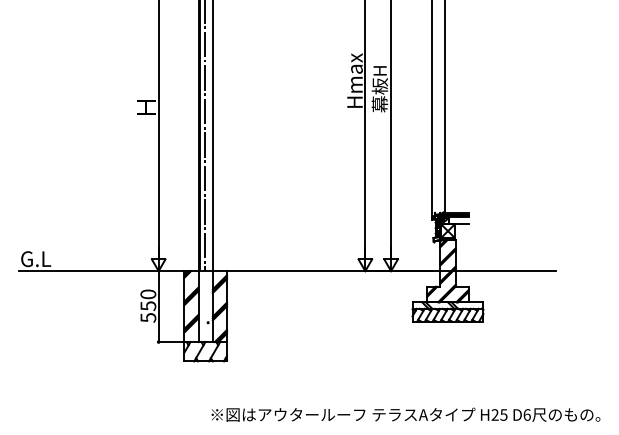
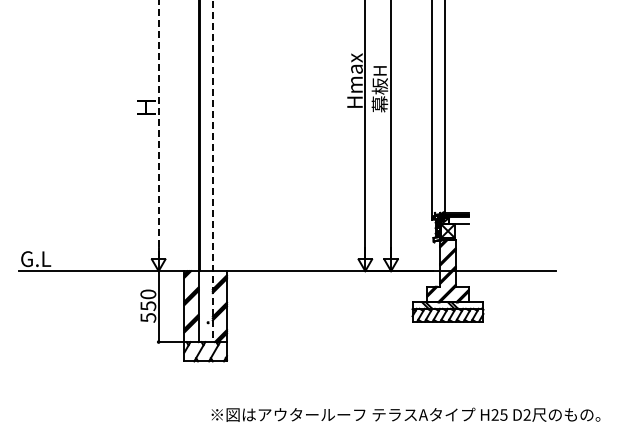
line at (158, 128): solid -> dashed
line at (205, 136): present -> none
line at (212, 171): solid -> dashed
text at (526, 414): D6 -> D2
